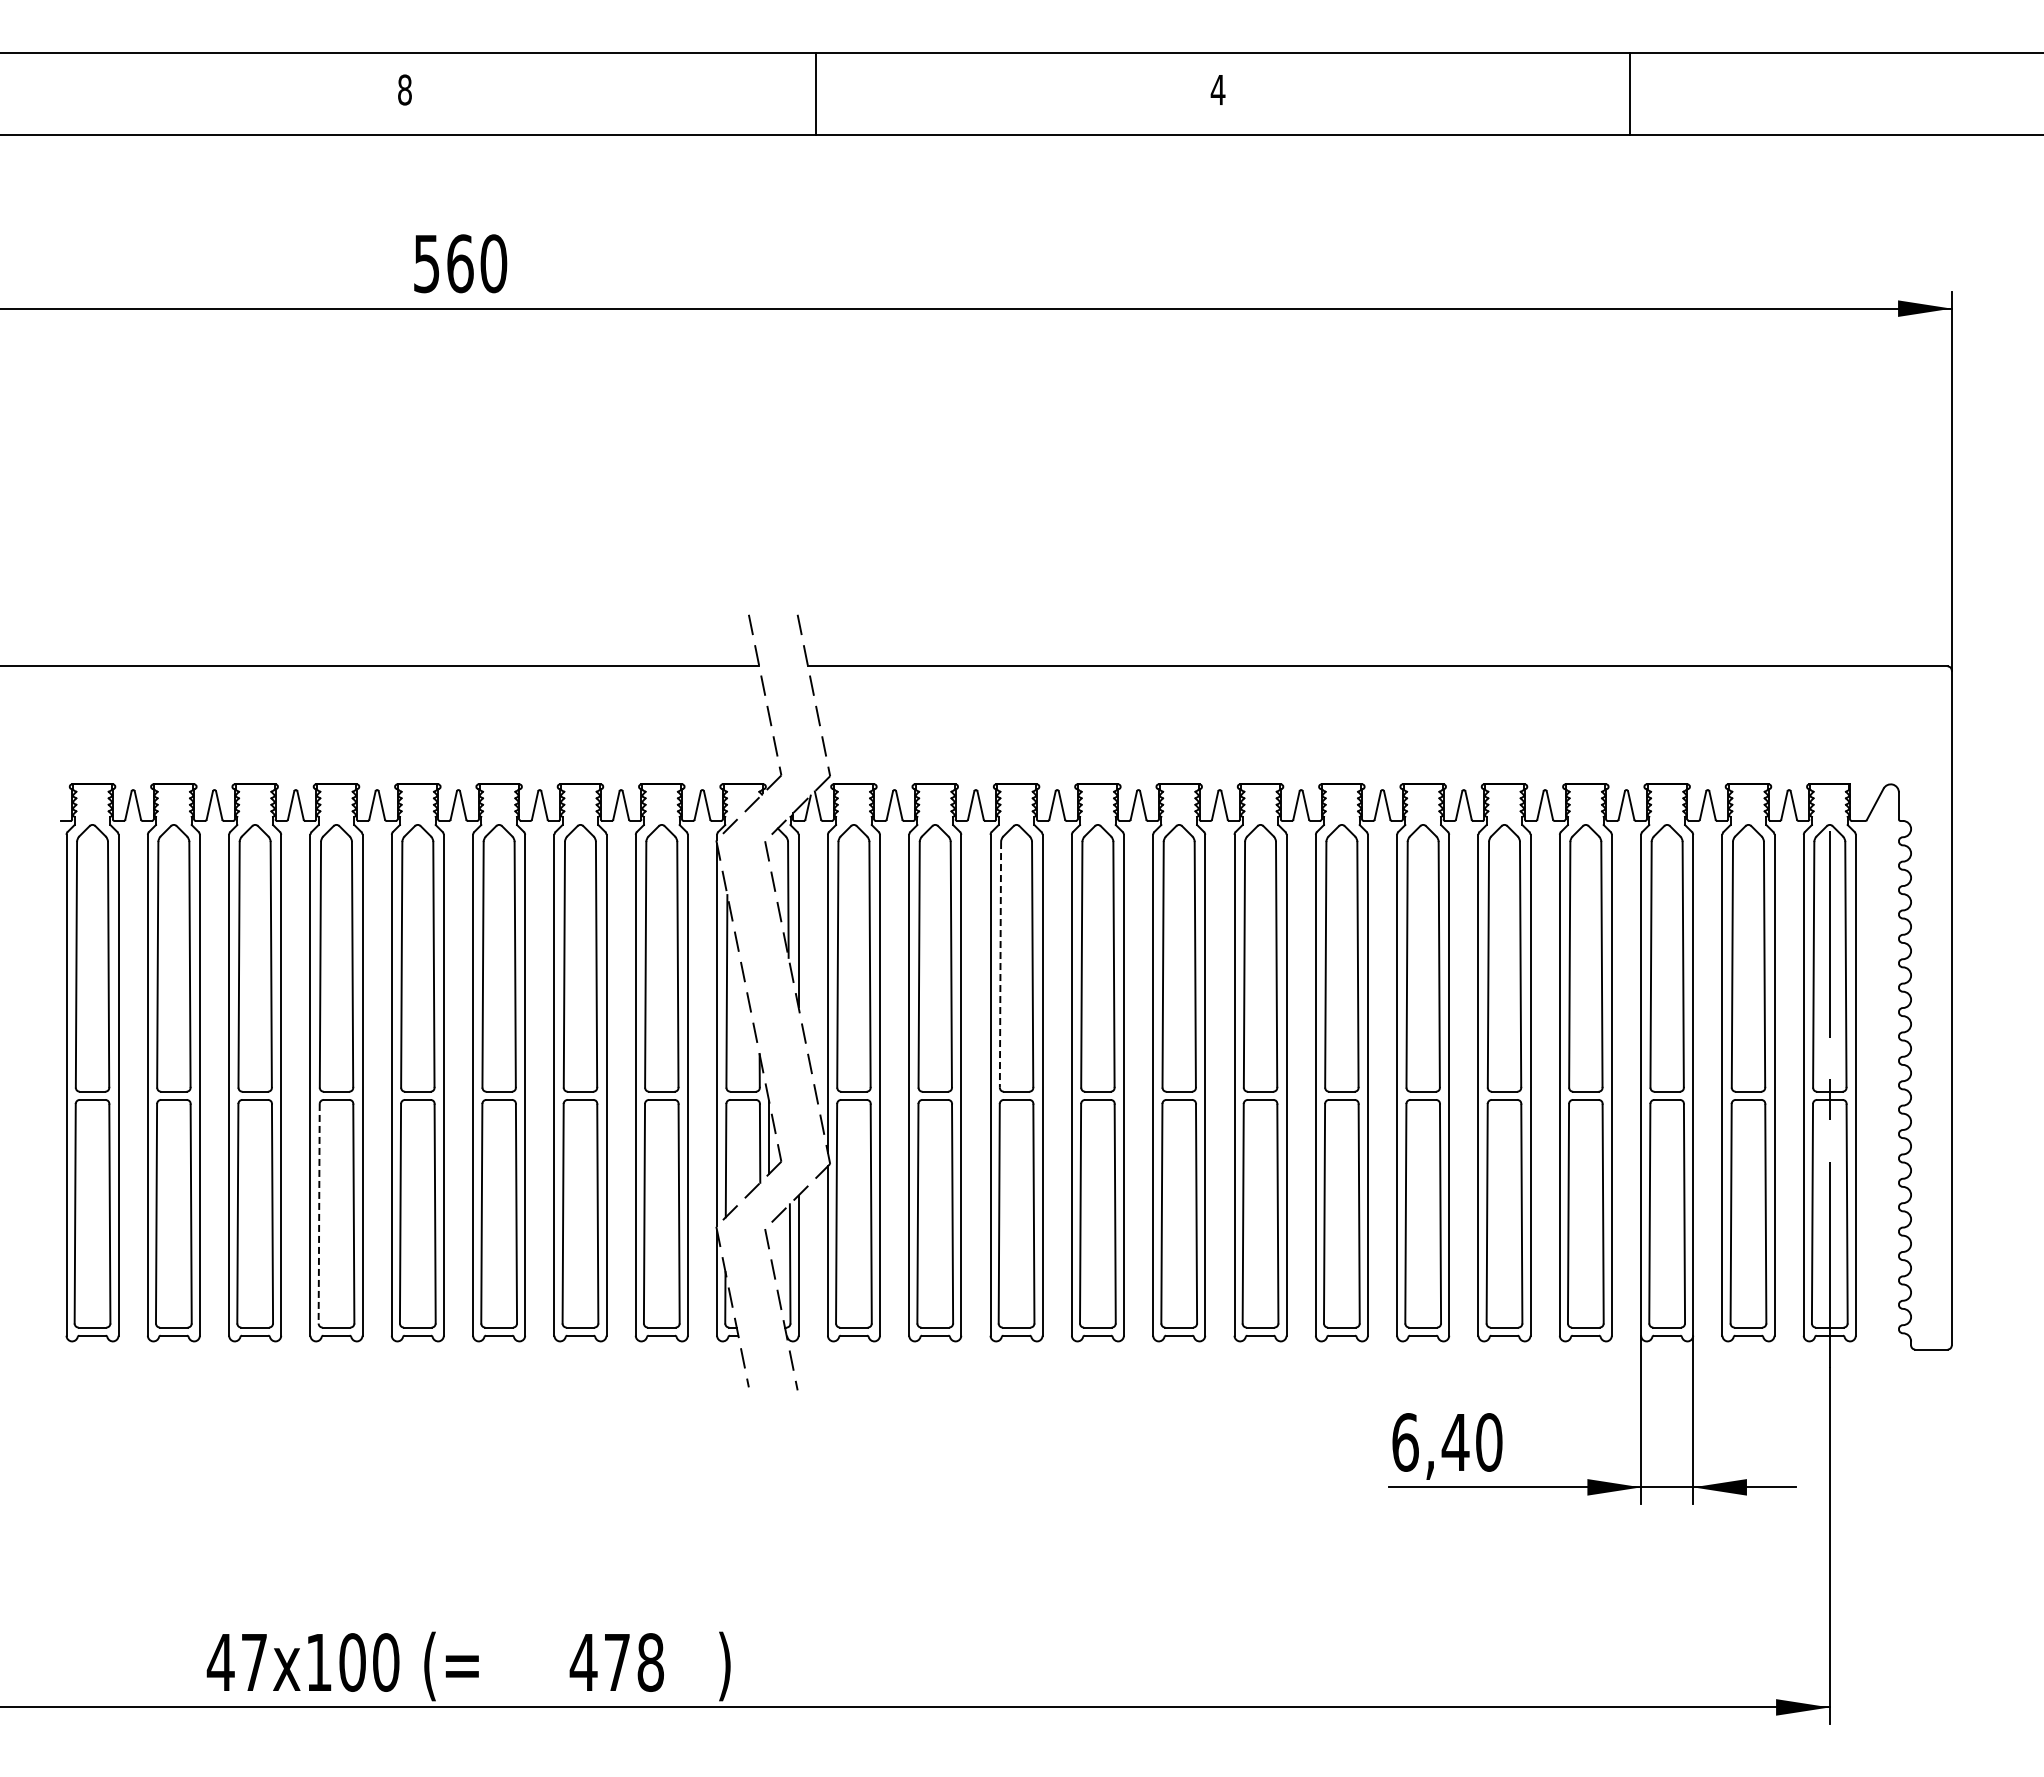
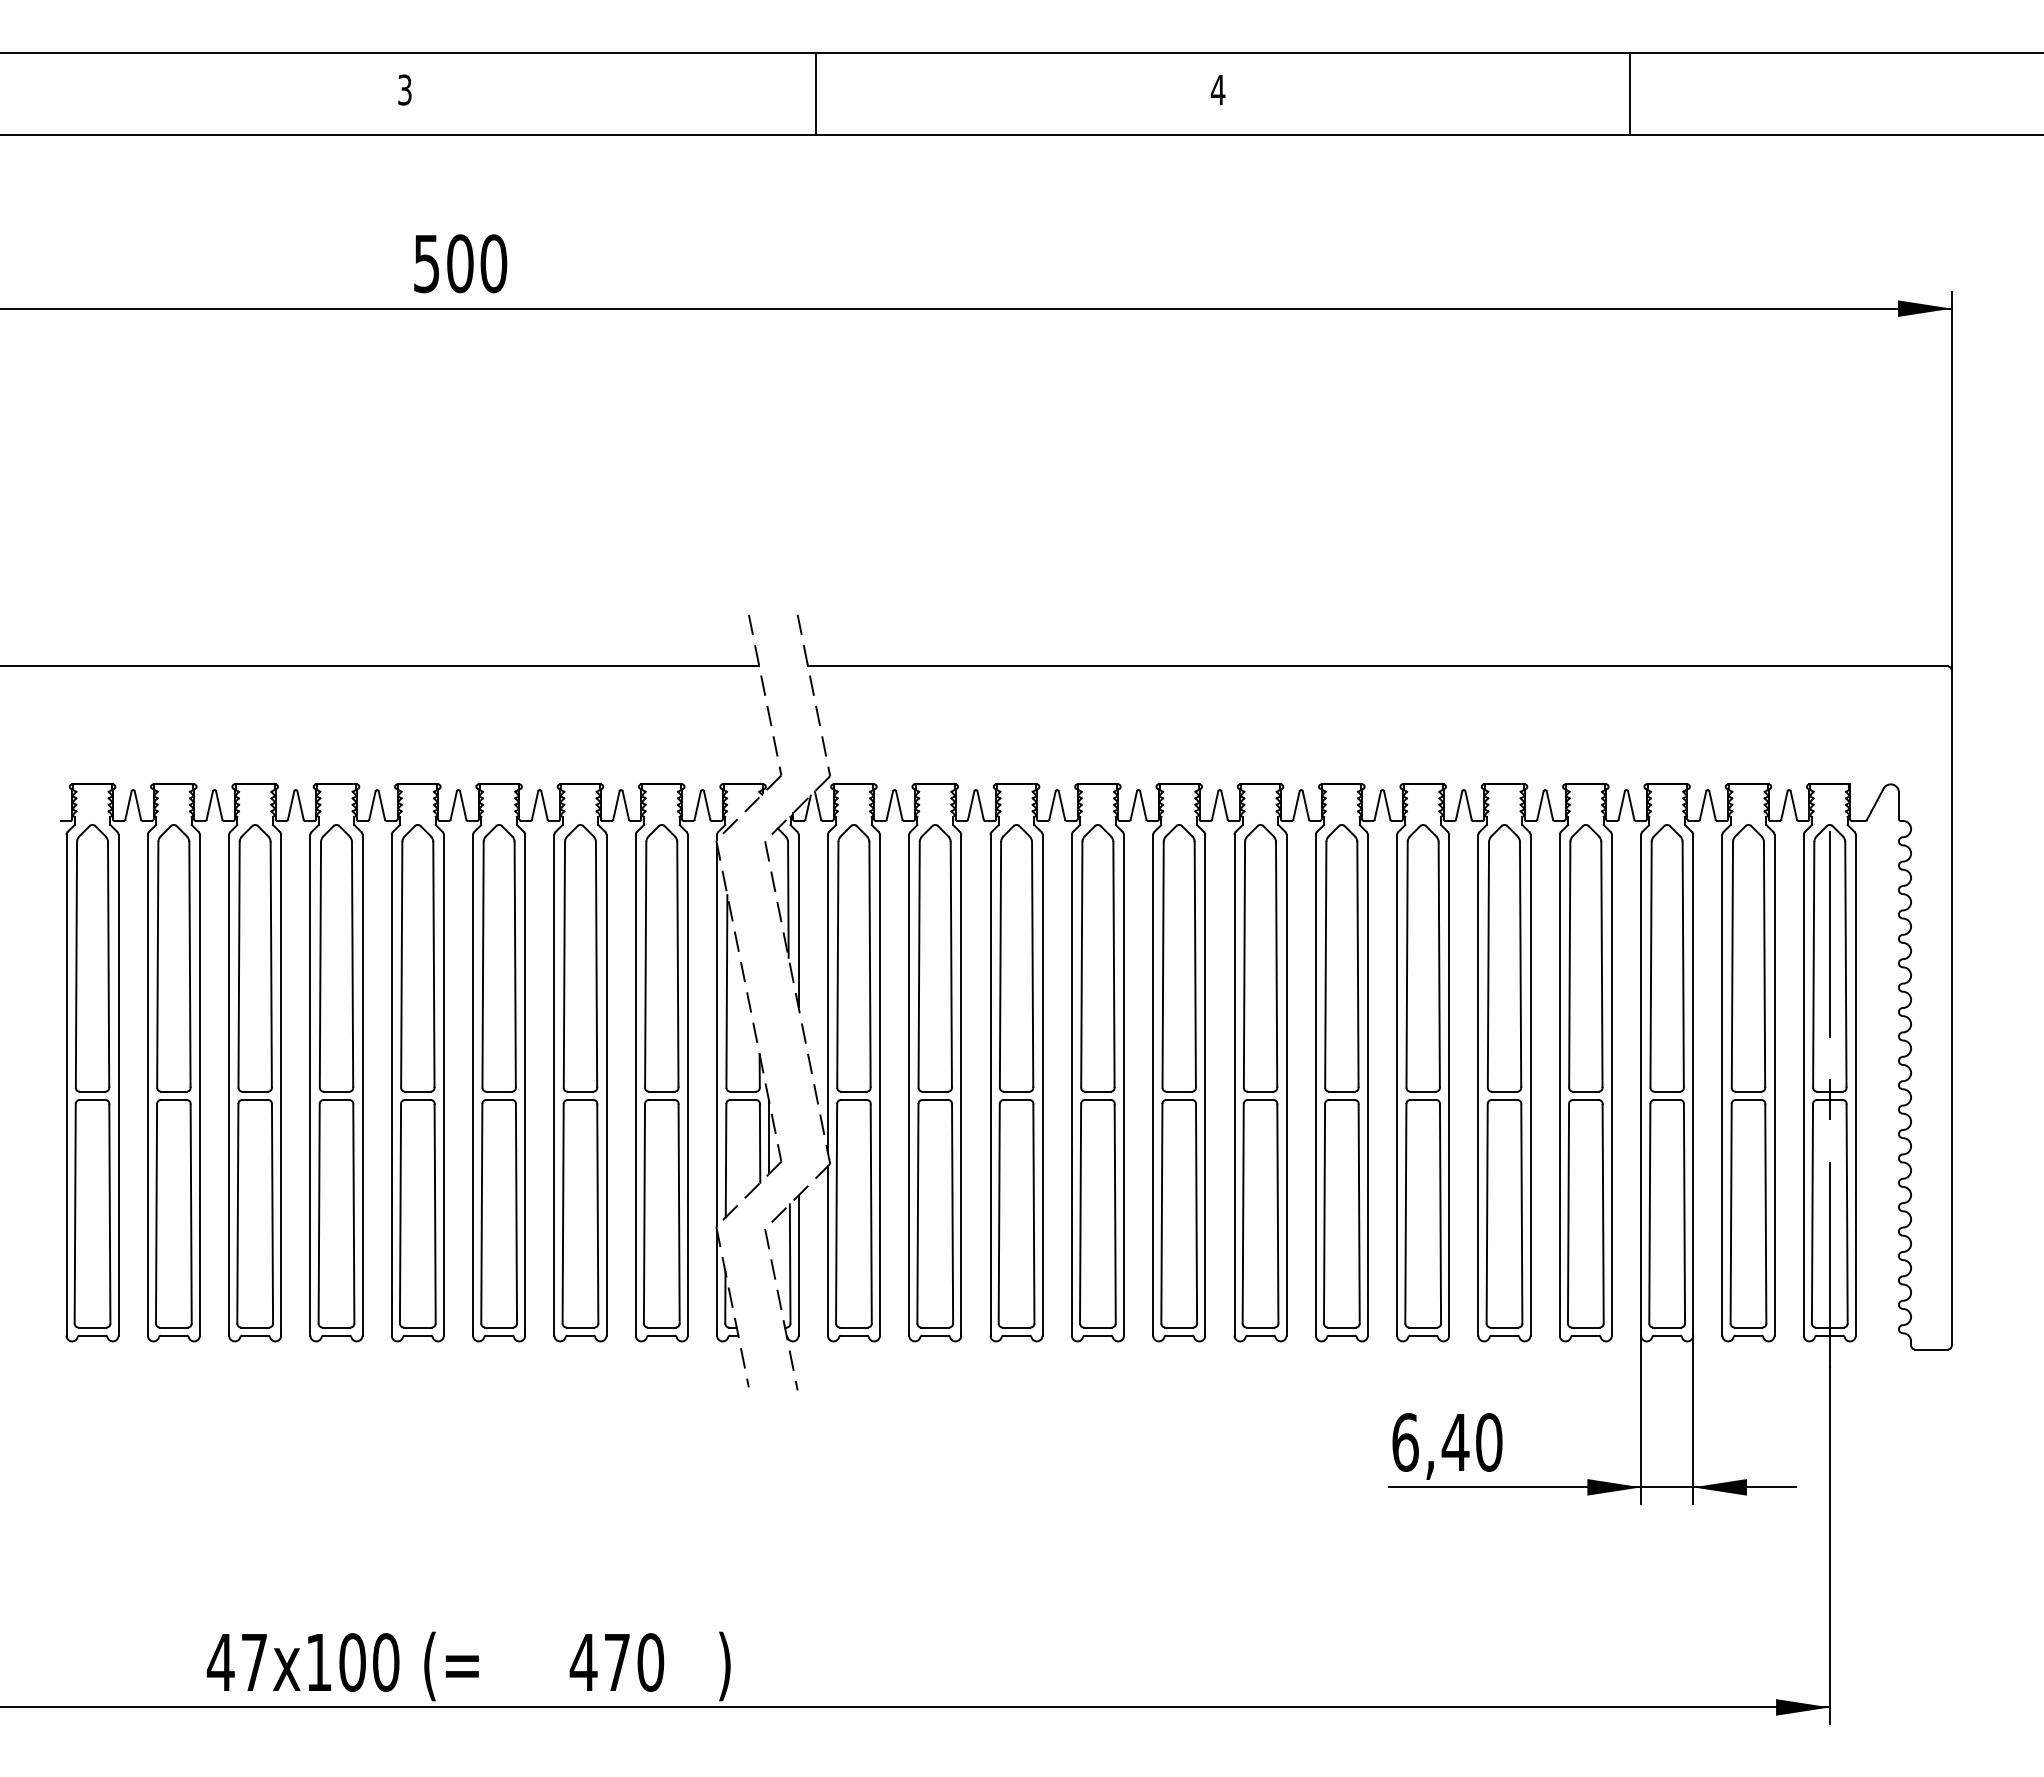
text at (404, 89): 8 -> 3
text at (460, 263): 560 -> 500
line at (1000, 964): dashed -> solid
line at (319, 1213): dashed -> solid
text at (650, 1662): 478 -> 470
